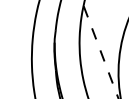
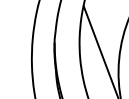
line at (101, 53): dashed -> solid
